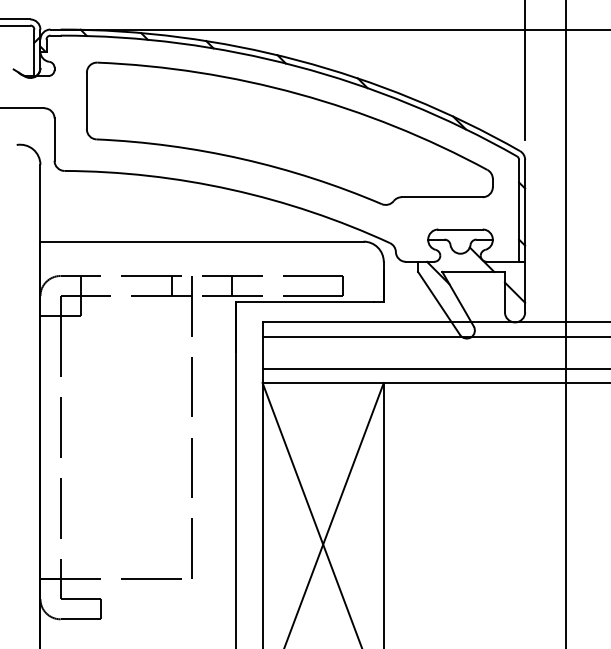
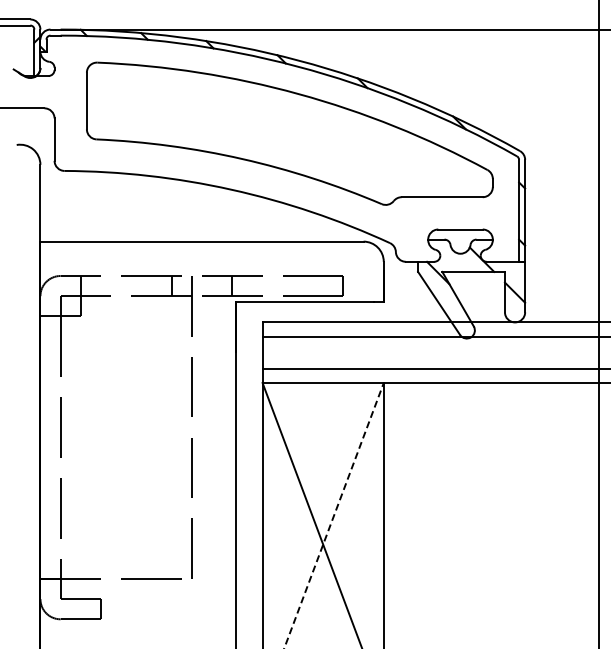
line at (525, 70): present -> none
line at (565, 323) position: (565, 323) -> (598, 323)
line at (334, 515): solid -> dashed
